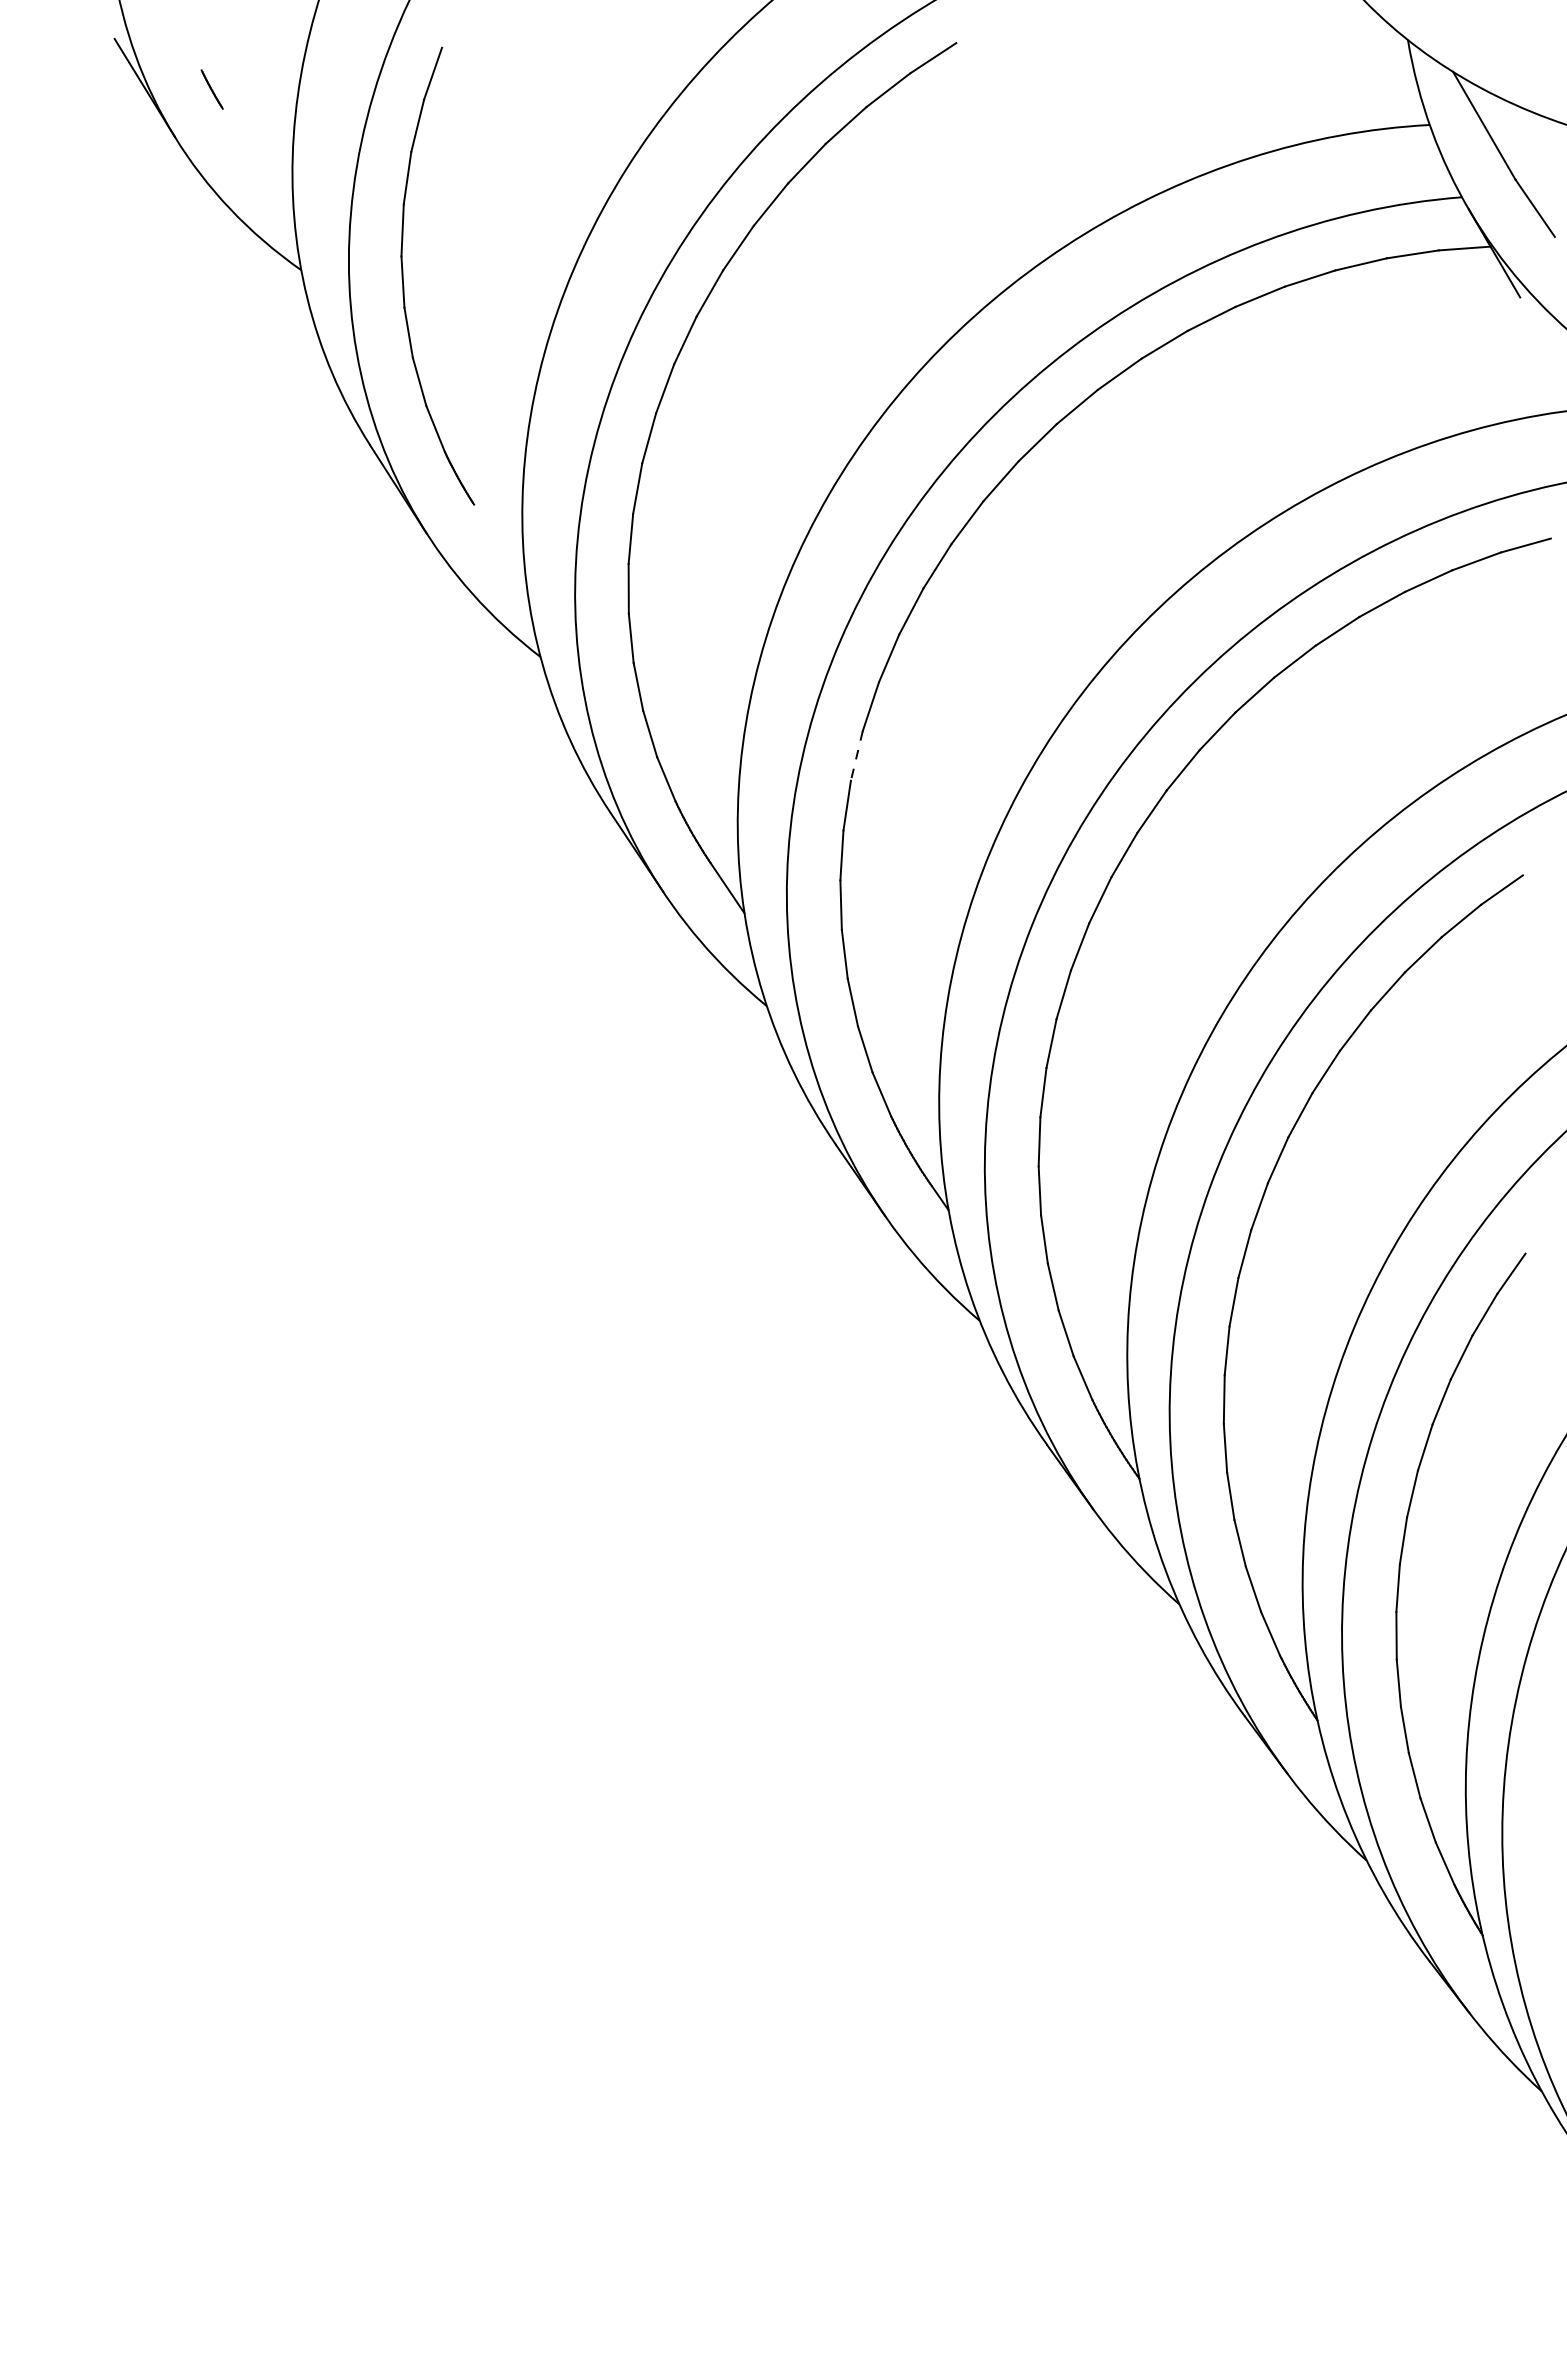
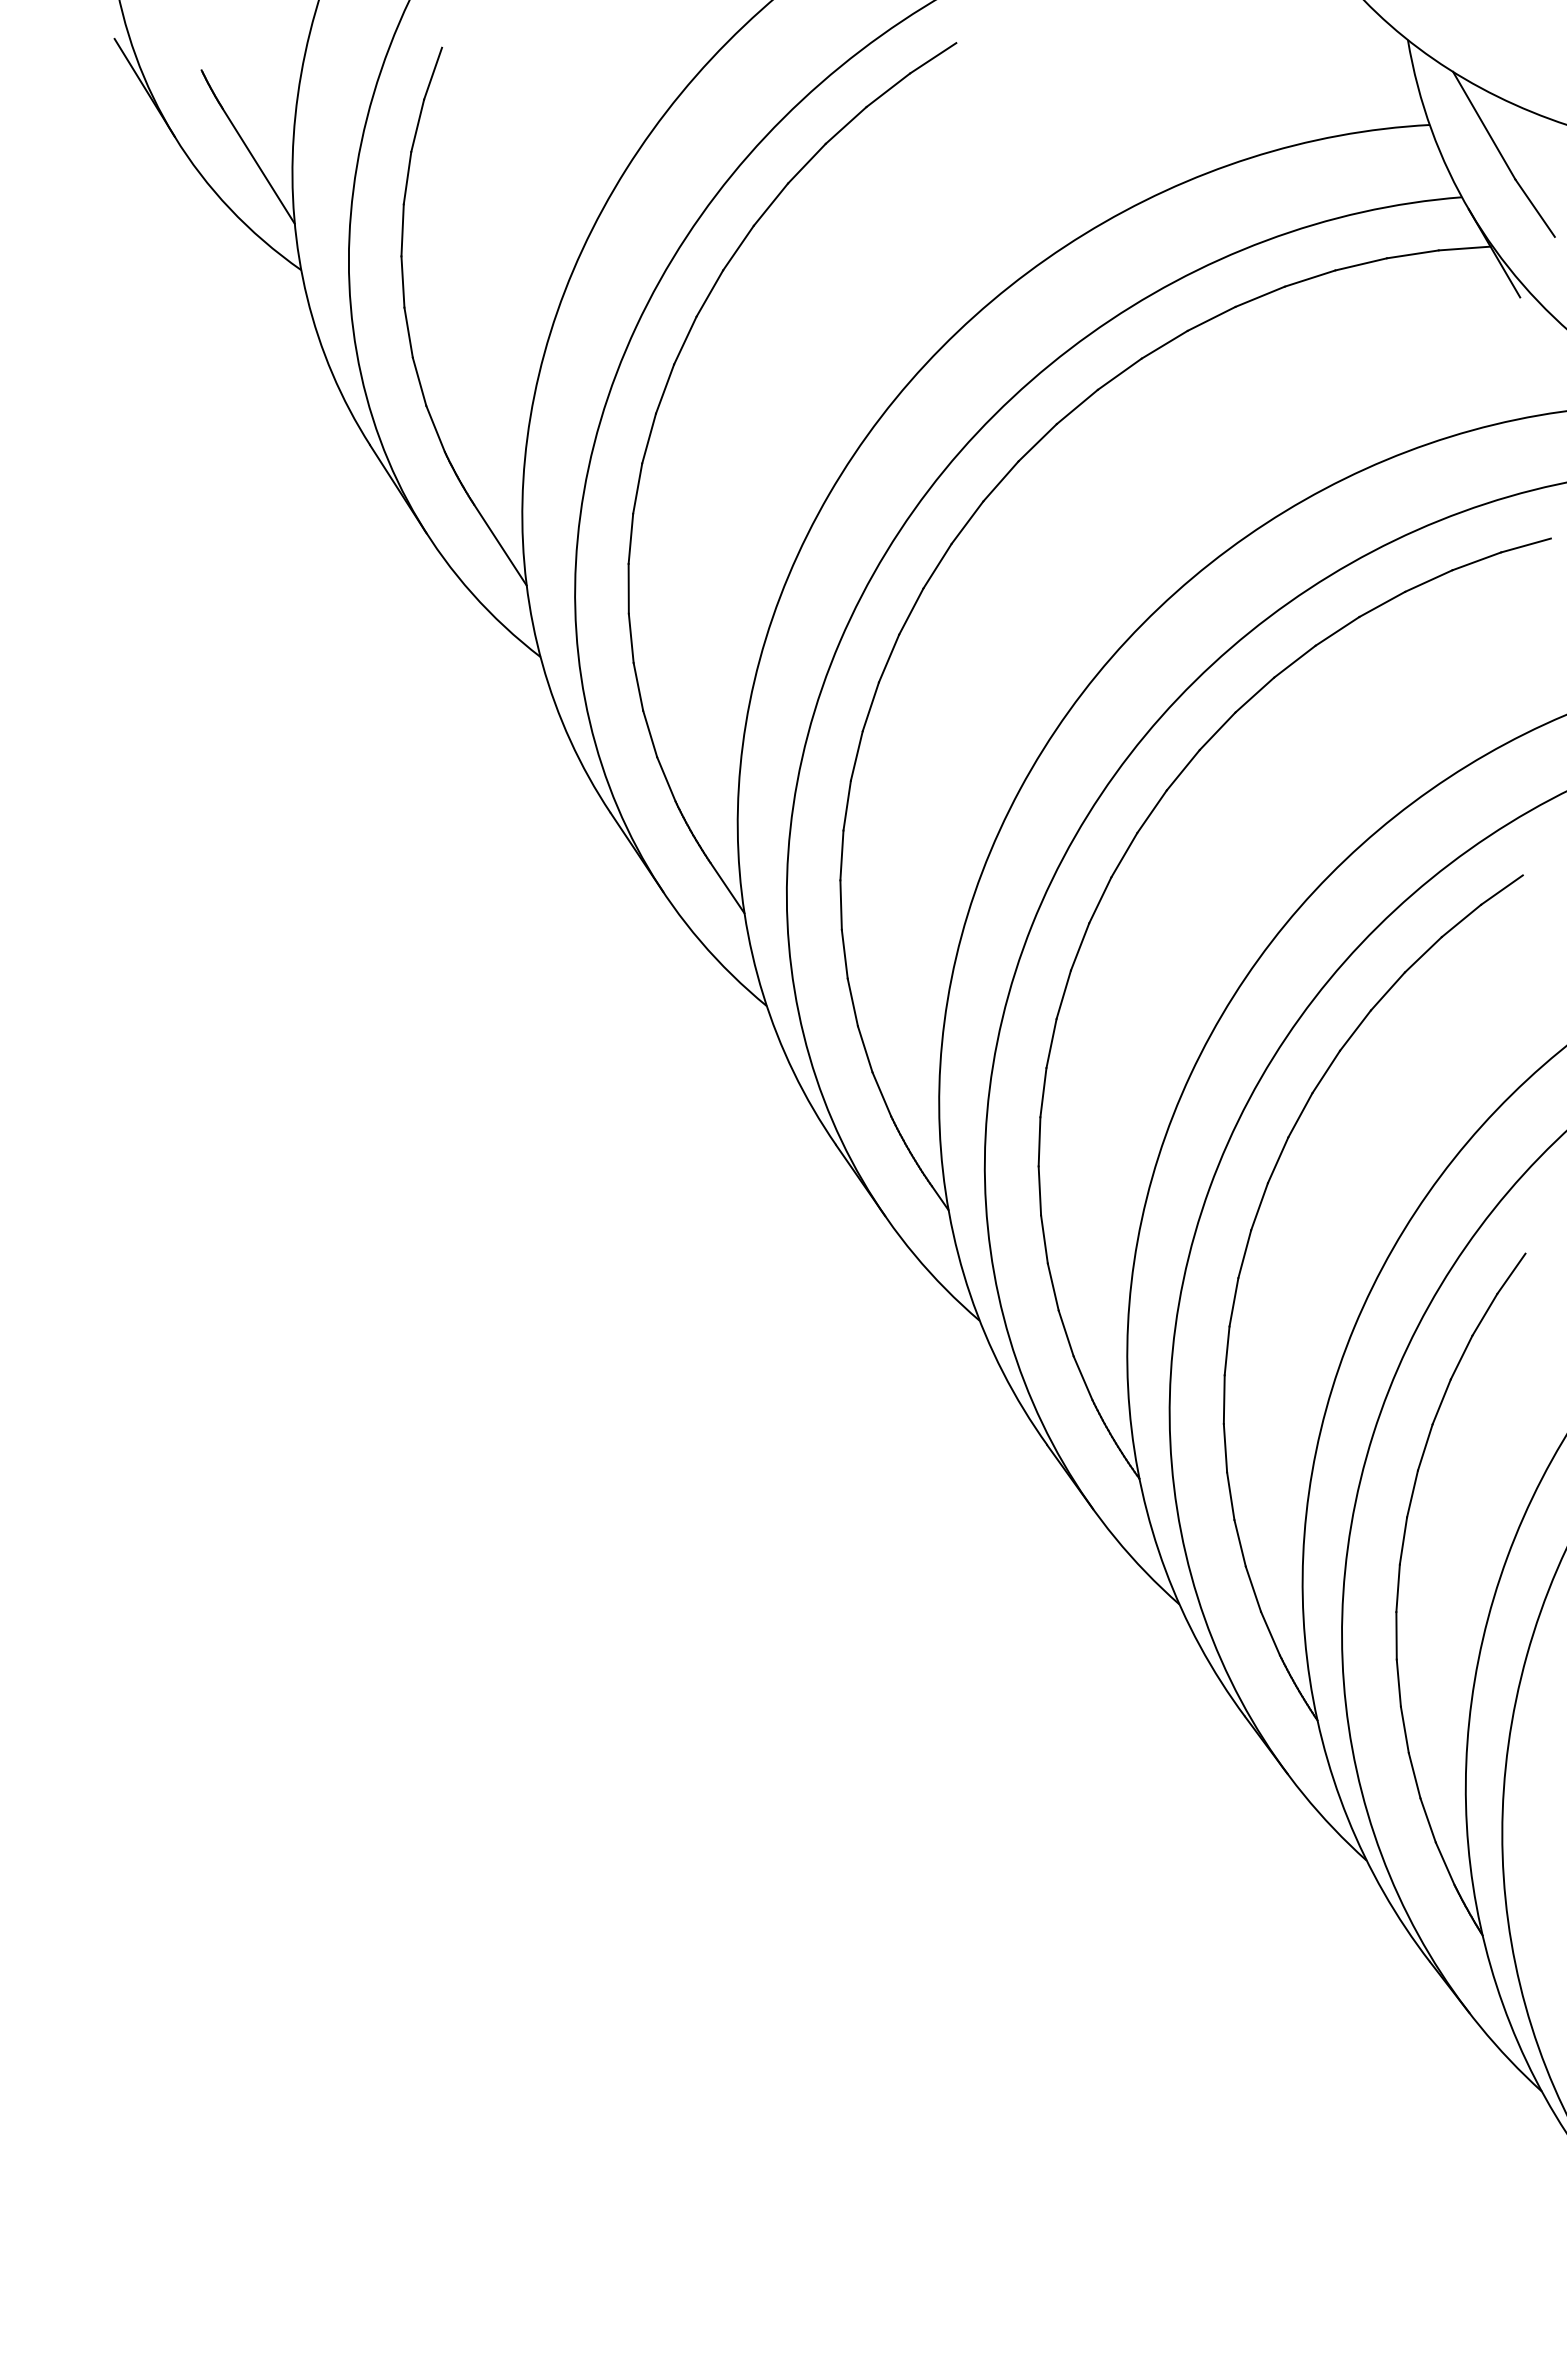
line at (258, 165): none -> present
line at (500, 544): none -> present
line at (856, 756): dashed -> solid
